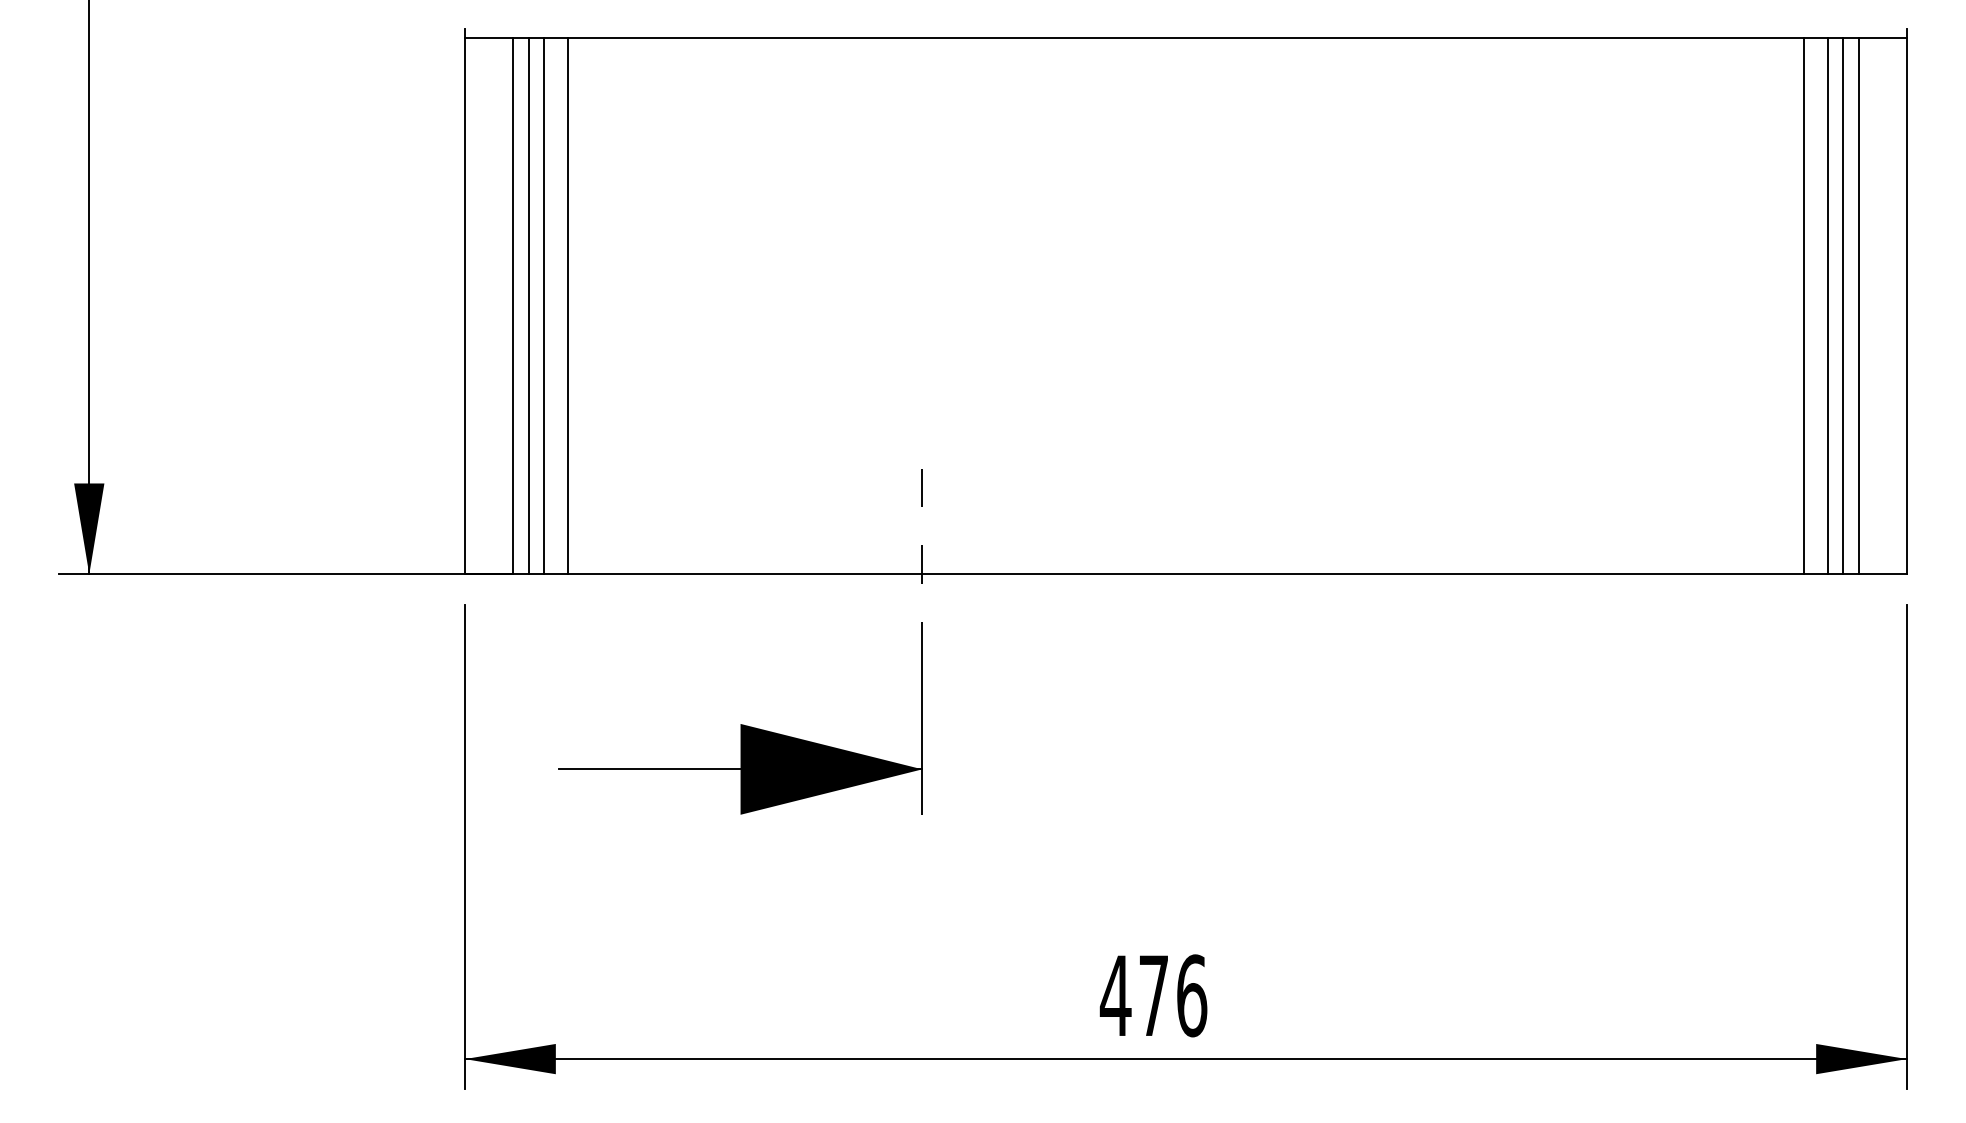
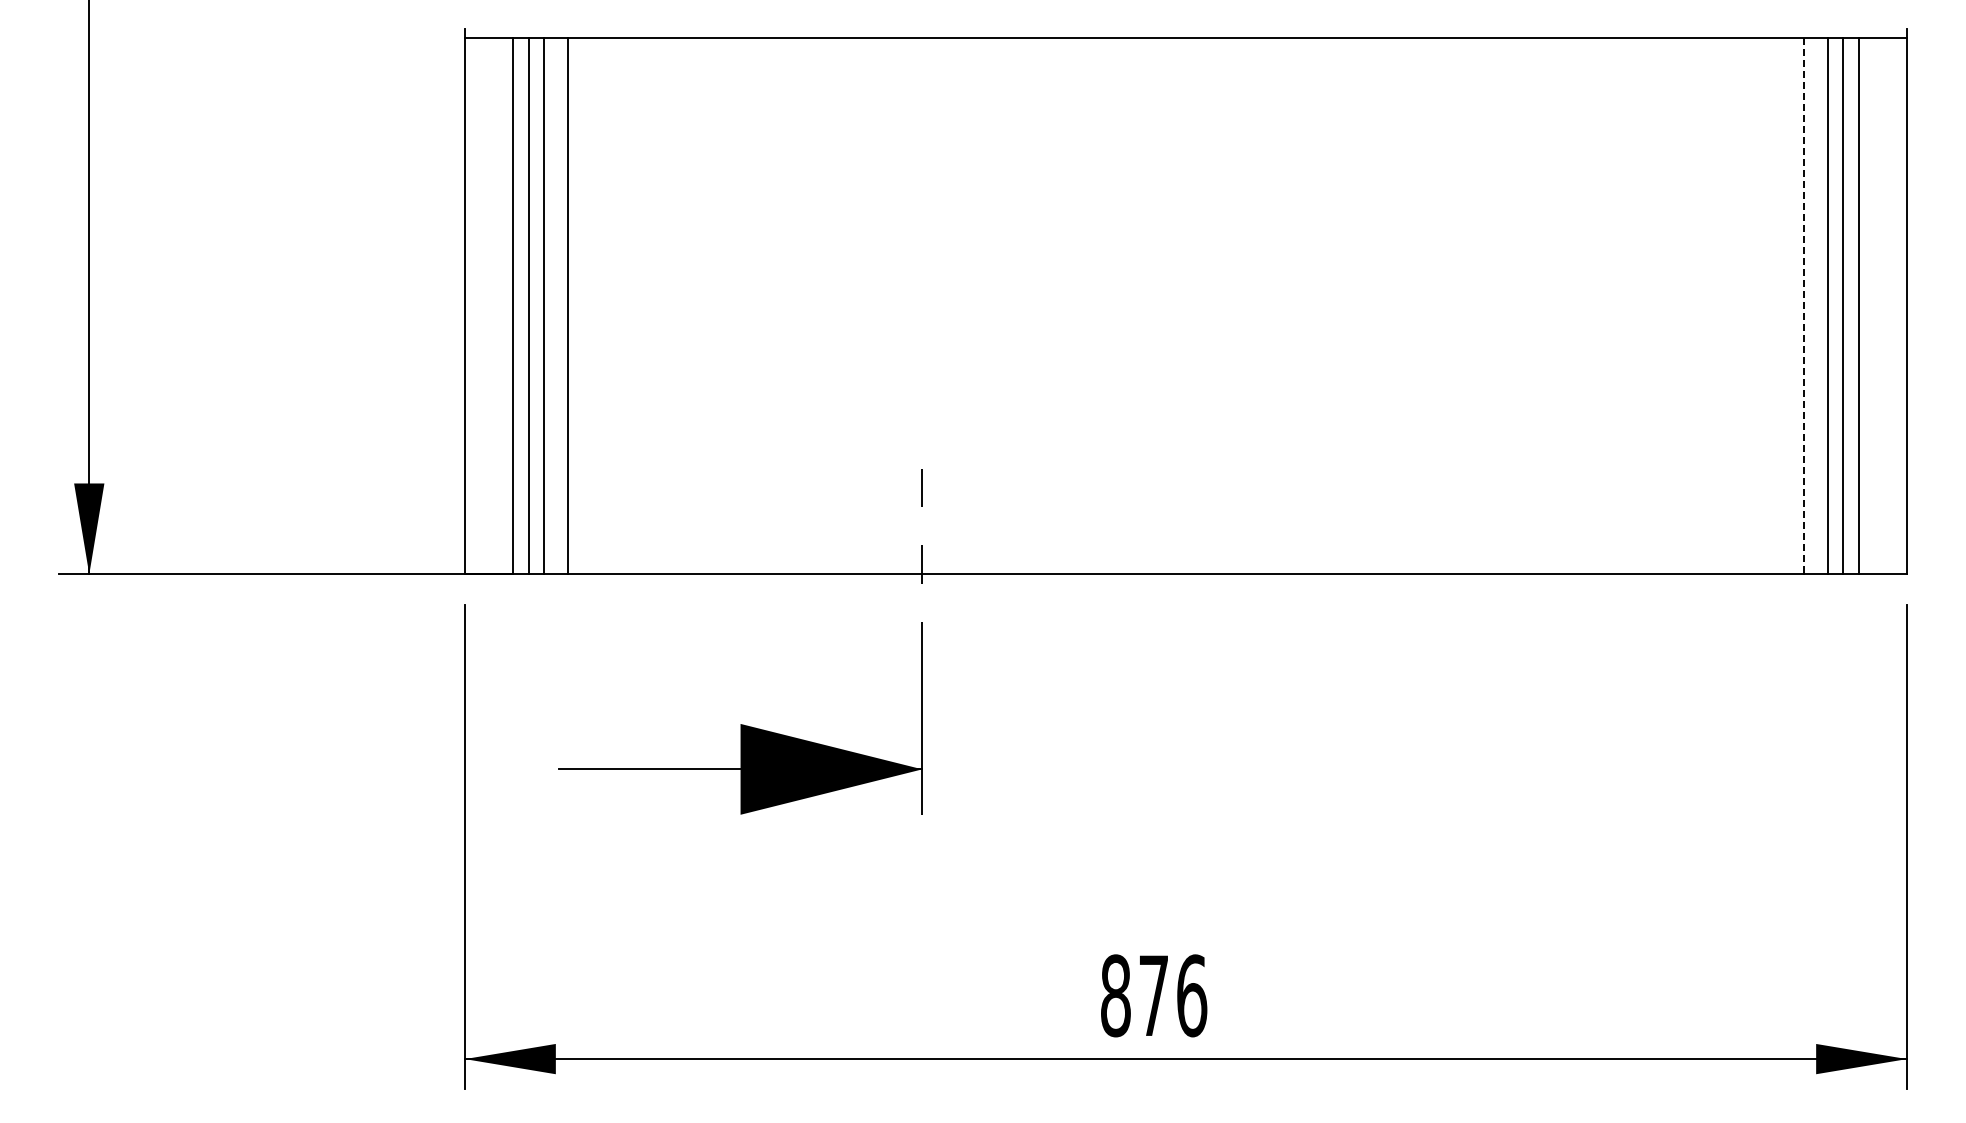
line at (1804, 306): solid -> dashed
text at (1115, 995): 476 -> 876
